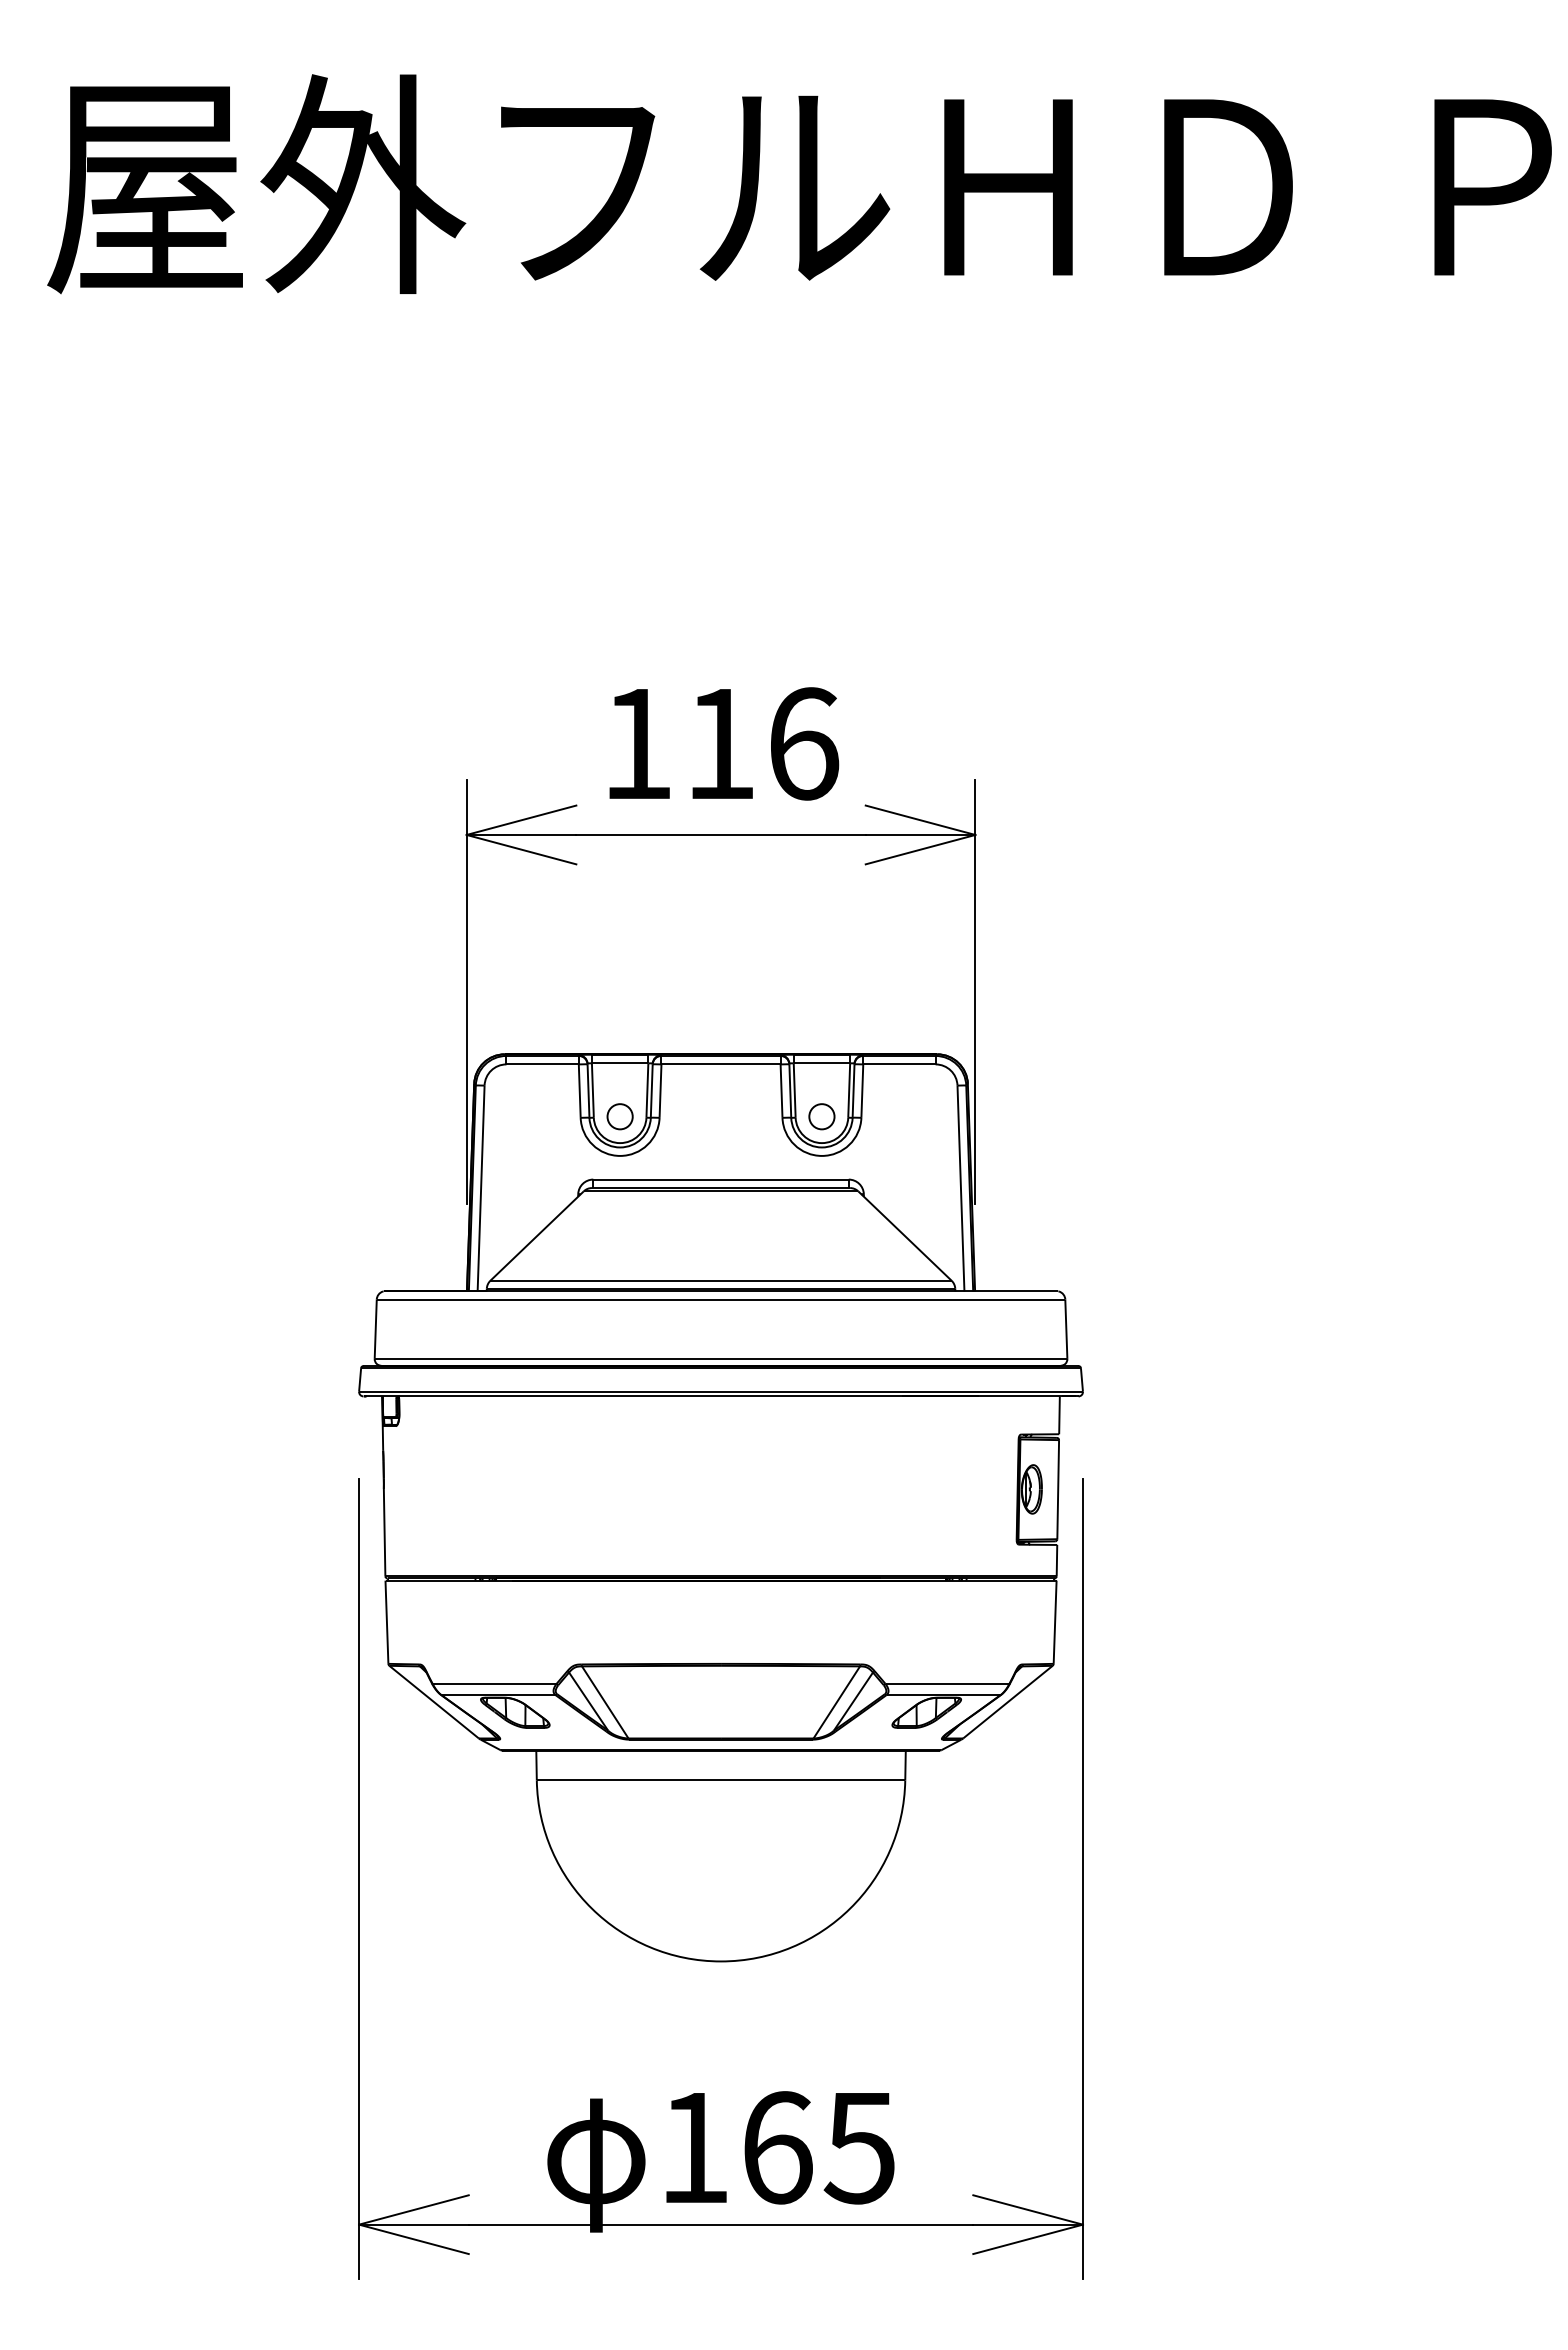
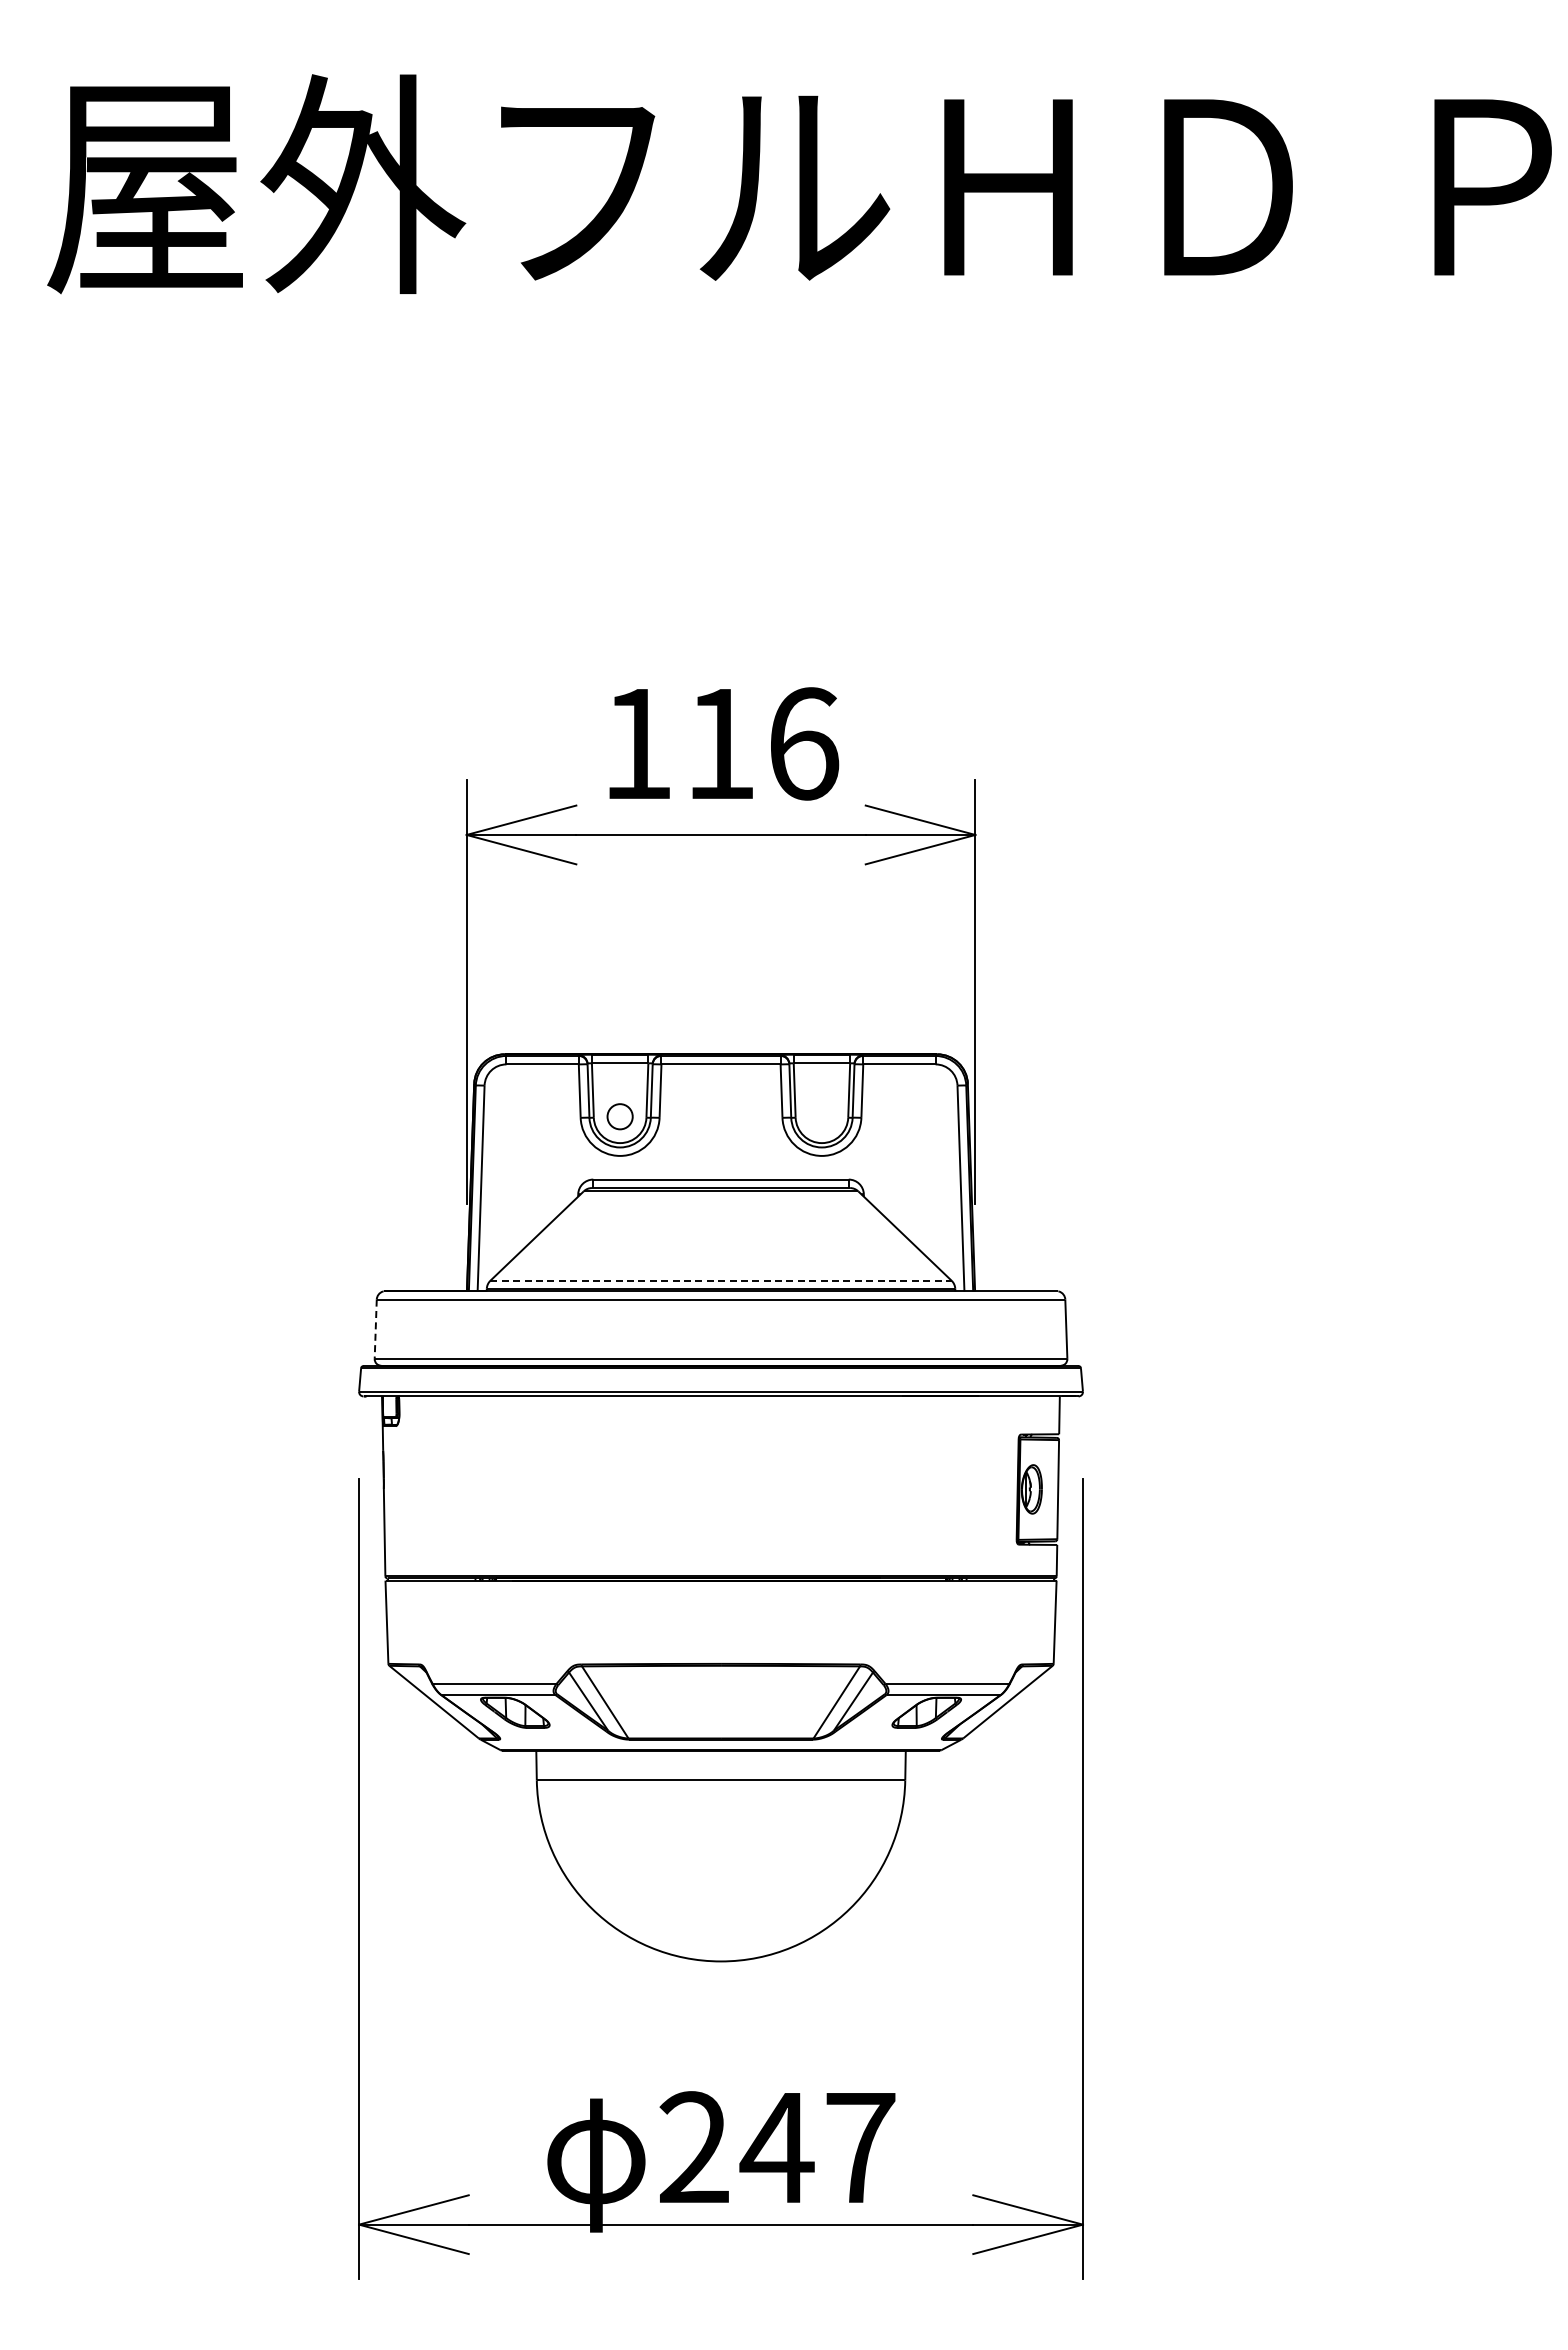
circle at (821, 1116): present -> none
line at (721, 1280): solid -> dashed
line at (375, 1329): solid -> dashed
text at (777, 2147): 165 -> 247
